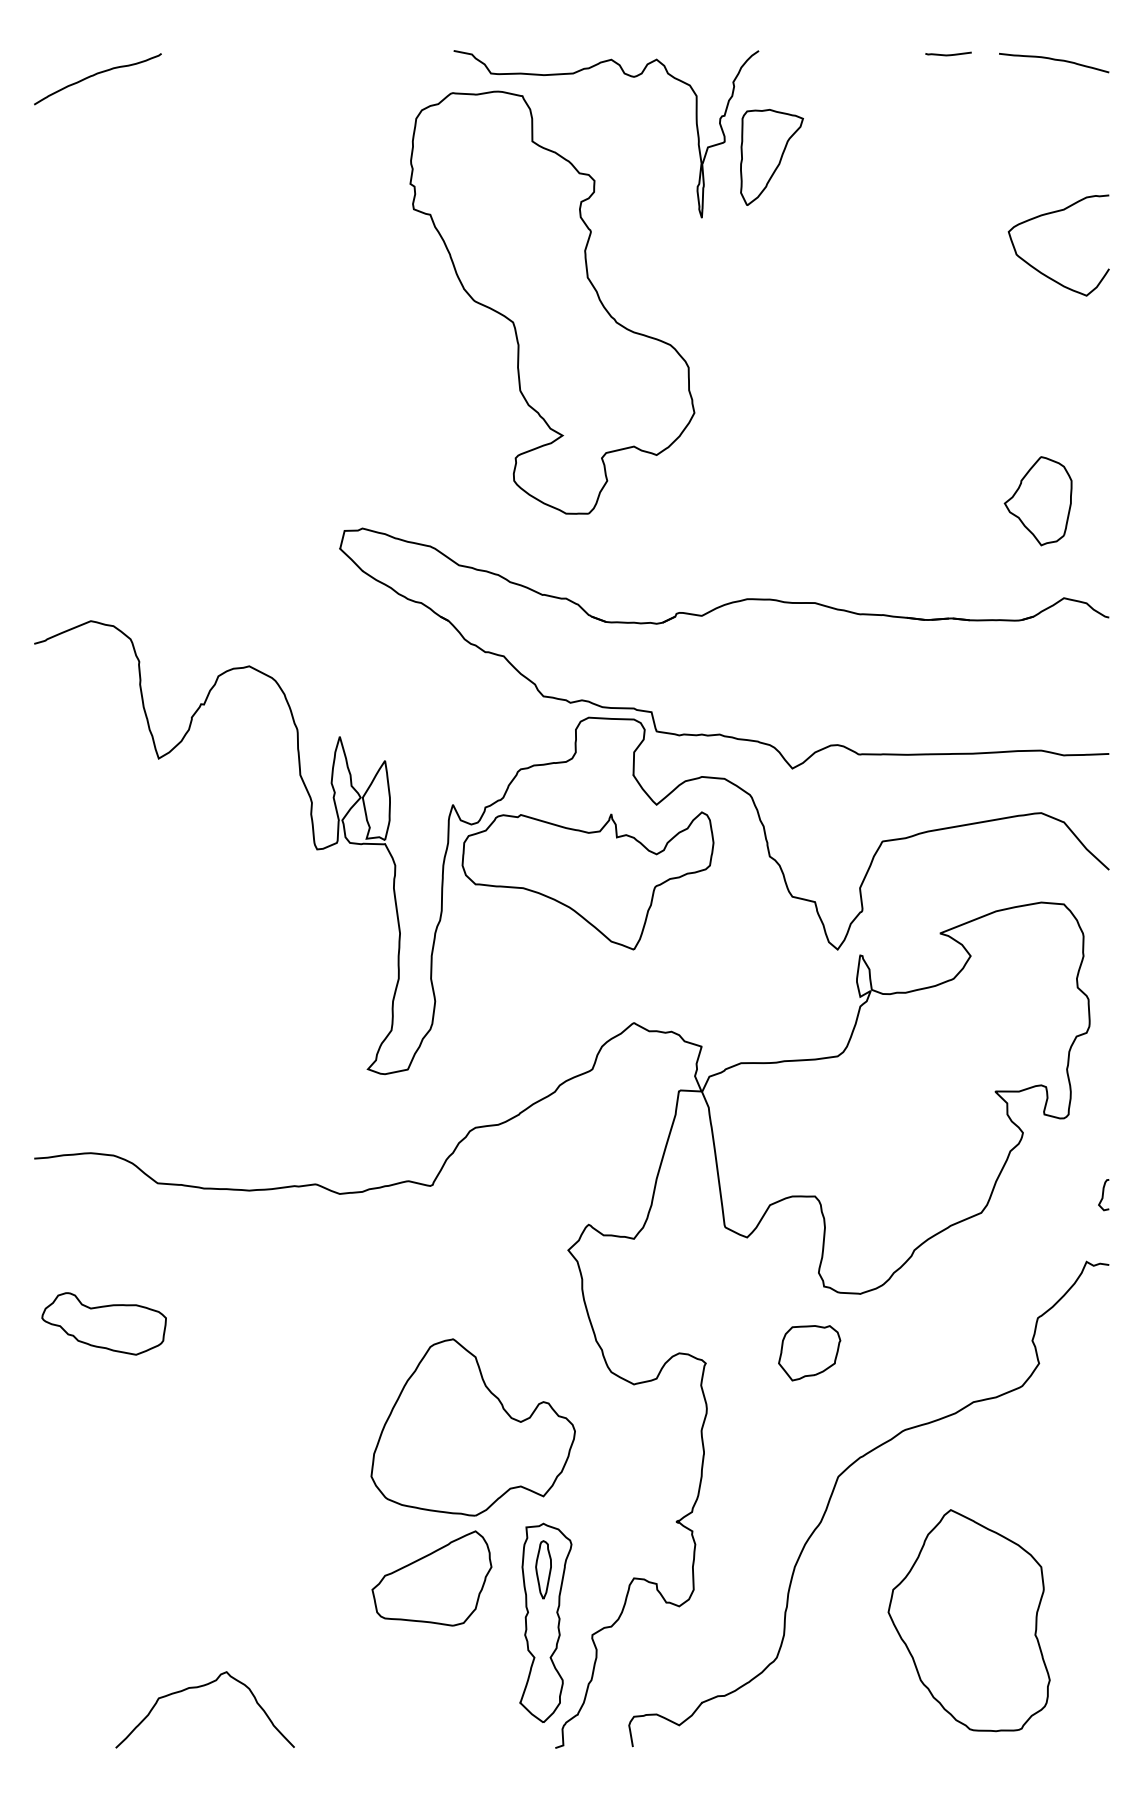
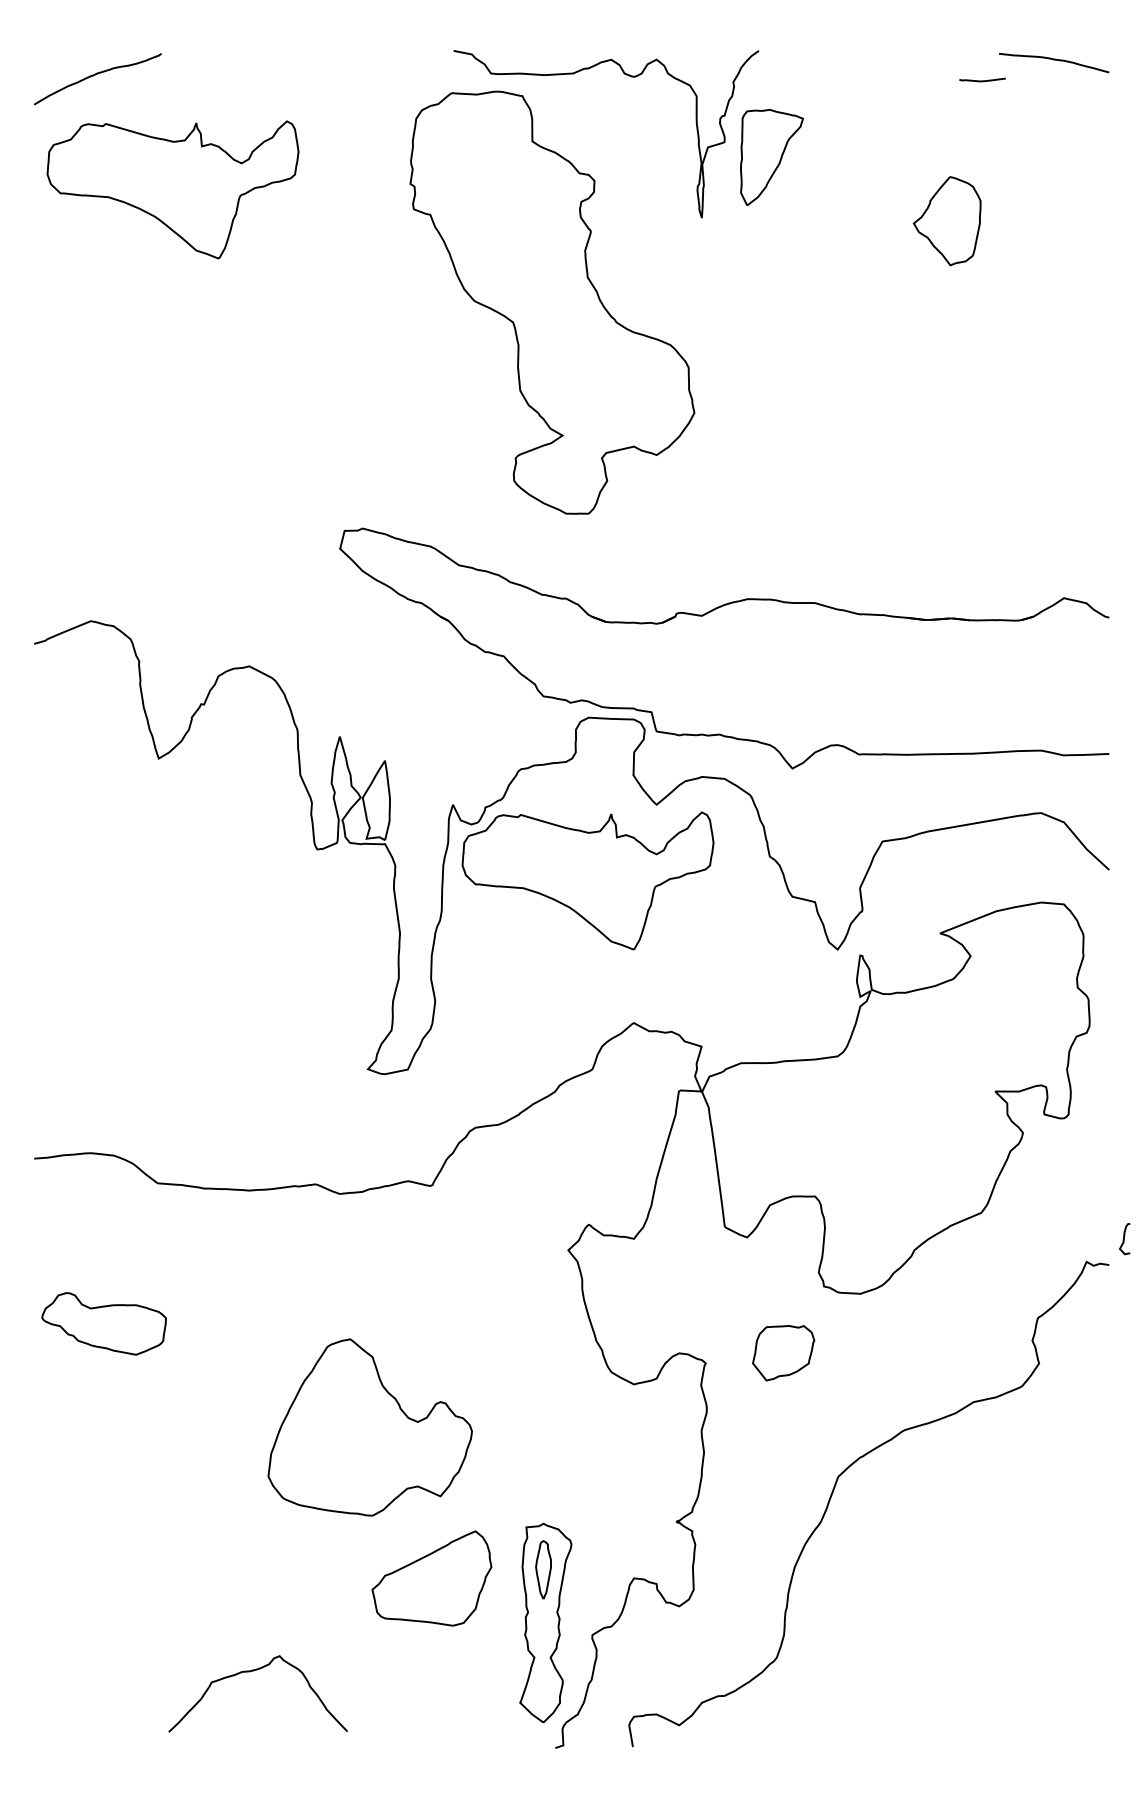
curve at (948, 54) position: (948, 54) -> (982, 80)
part at (172, 189): none -> present
curve at (1038, 269): present -> none
part at (1037, 501) position: (1037, 501) -> (946, 221)
curve at (1103, 1195) position: (1103, 1195) -> (1124, 1239)
part at (809, 1353) position: (809, 1353) -> (783, 1353)
part at (472, 1427) position: (472, 1427) -> (369, 1427)
part at (968, 1620): present -> none
curve at (197, 1688) position: (197, 1688) -> (250, 1672)
